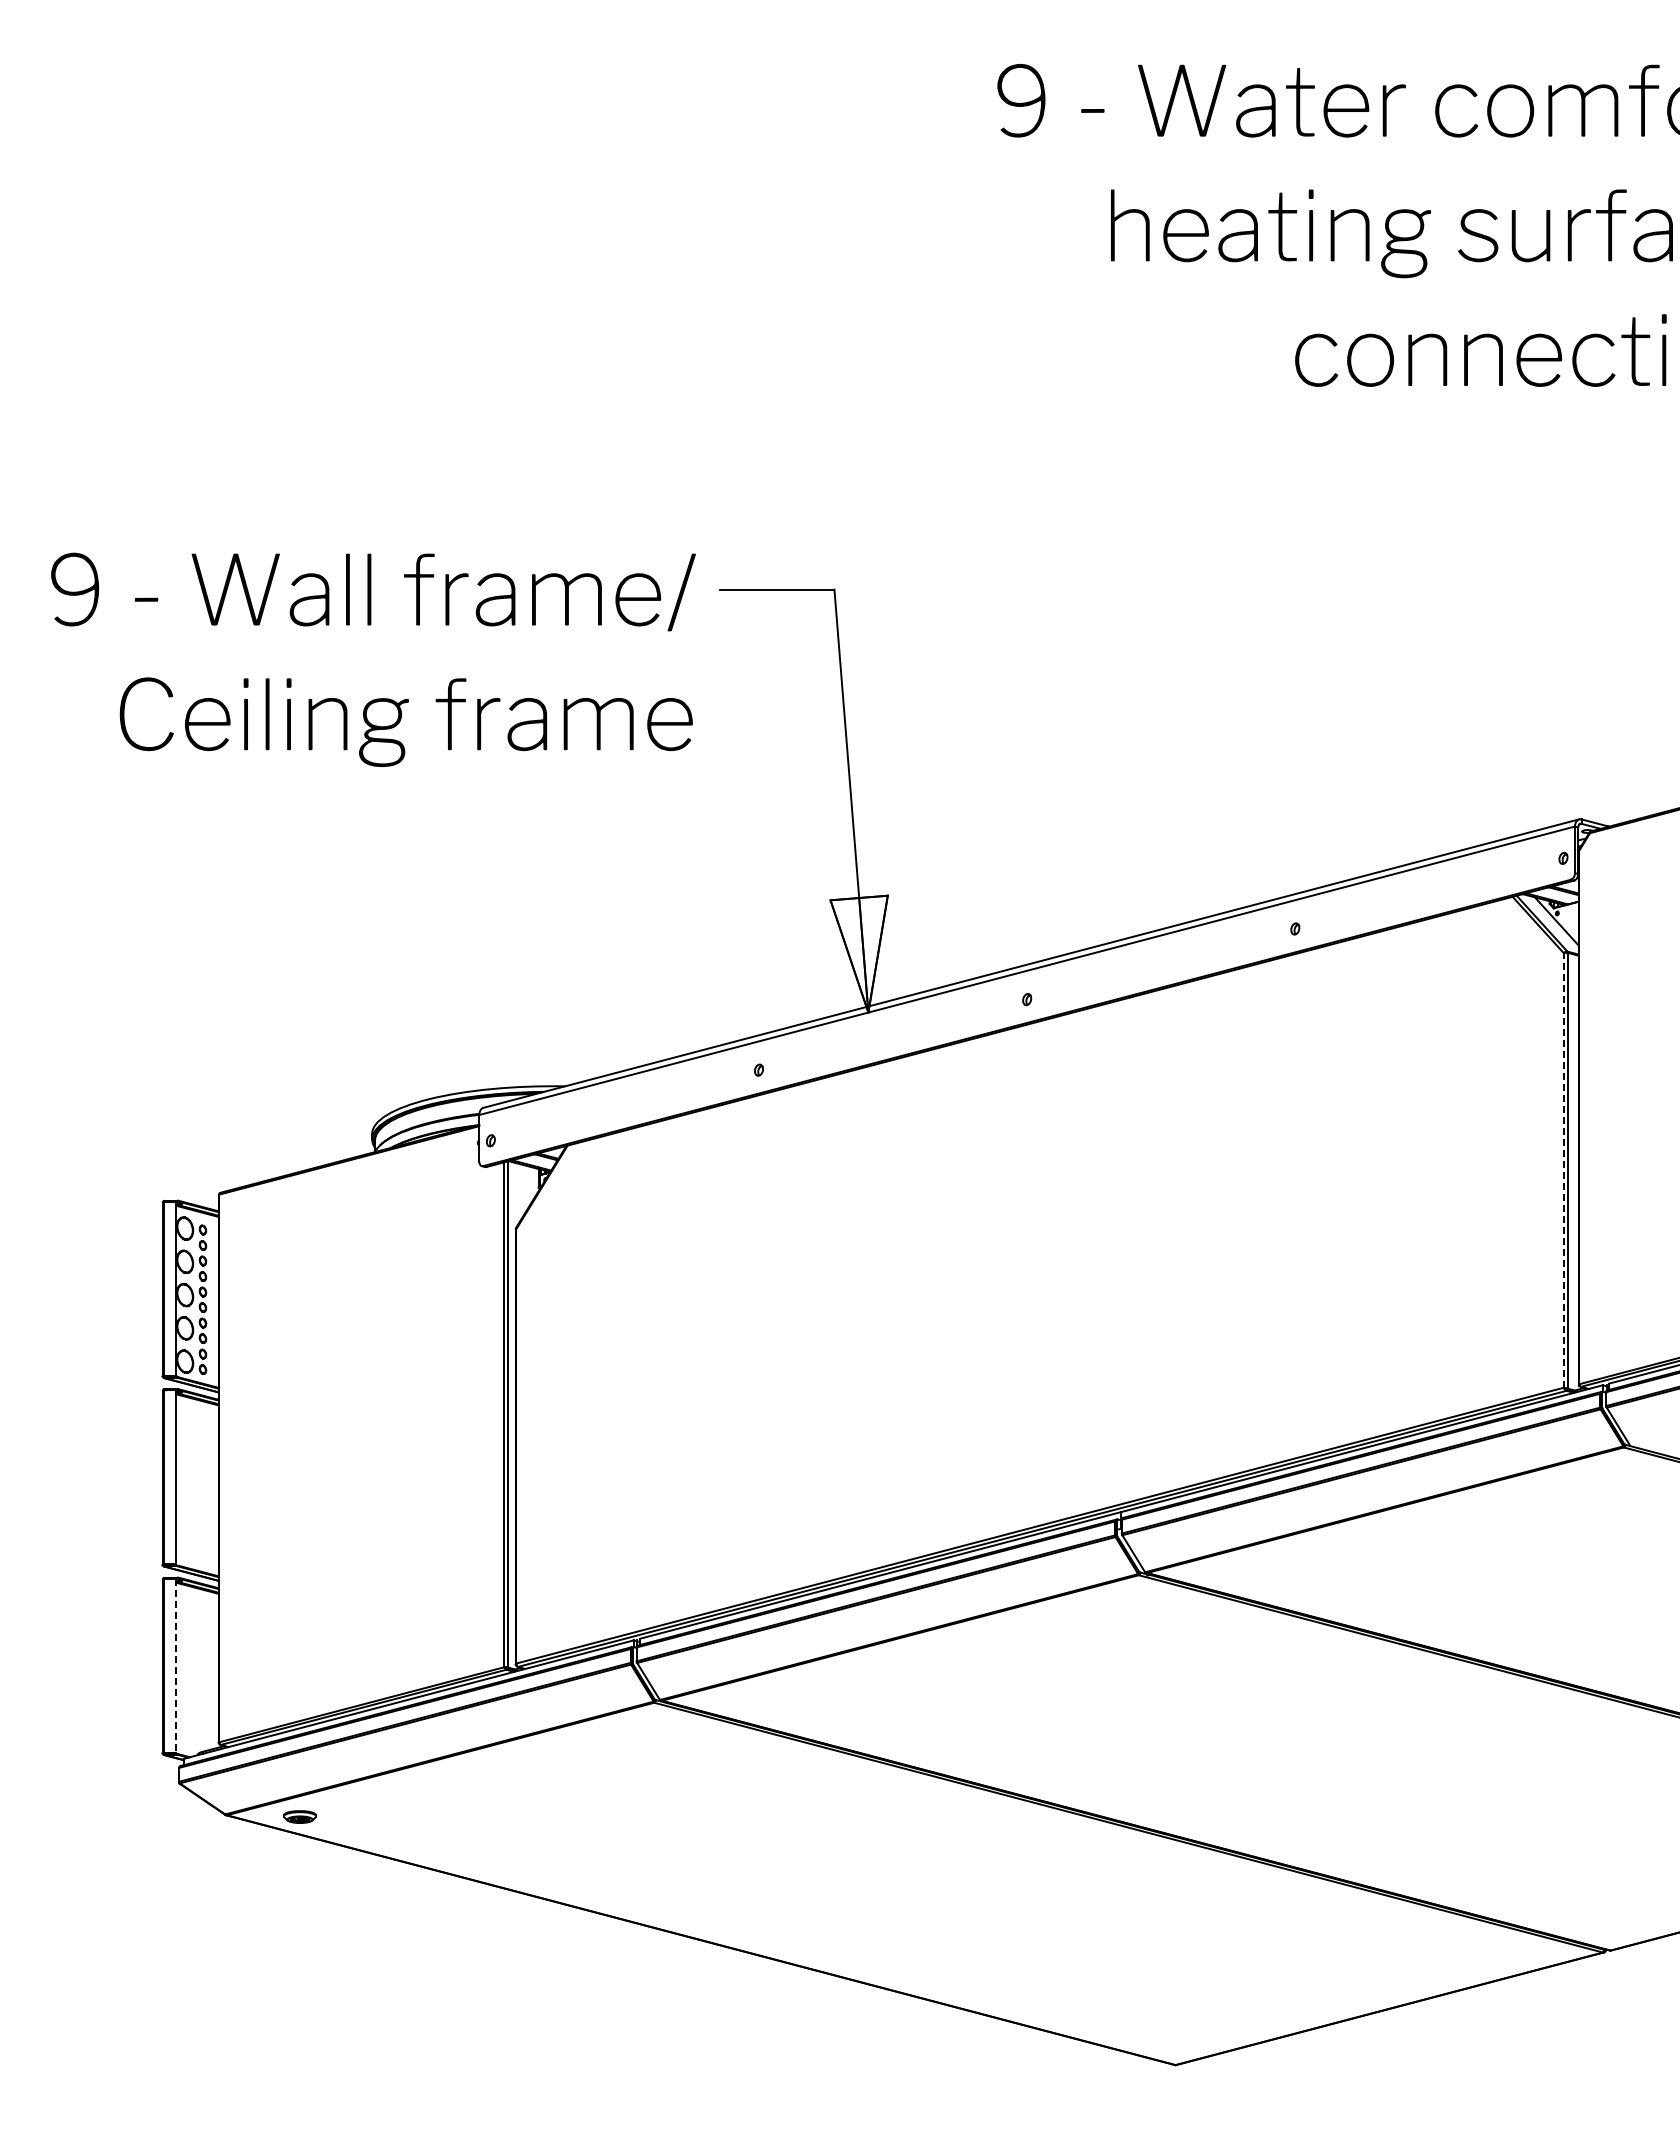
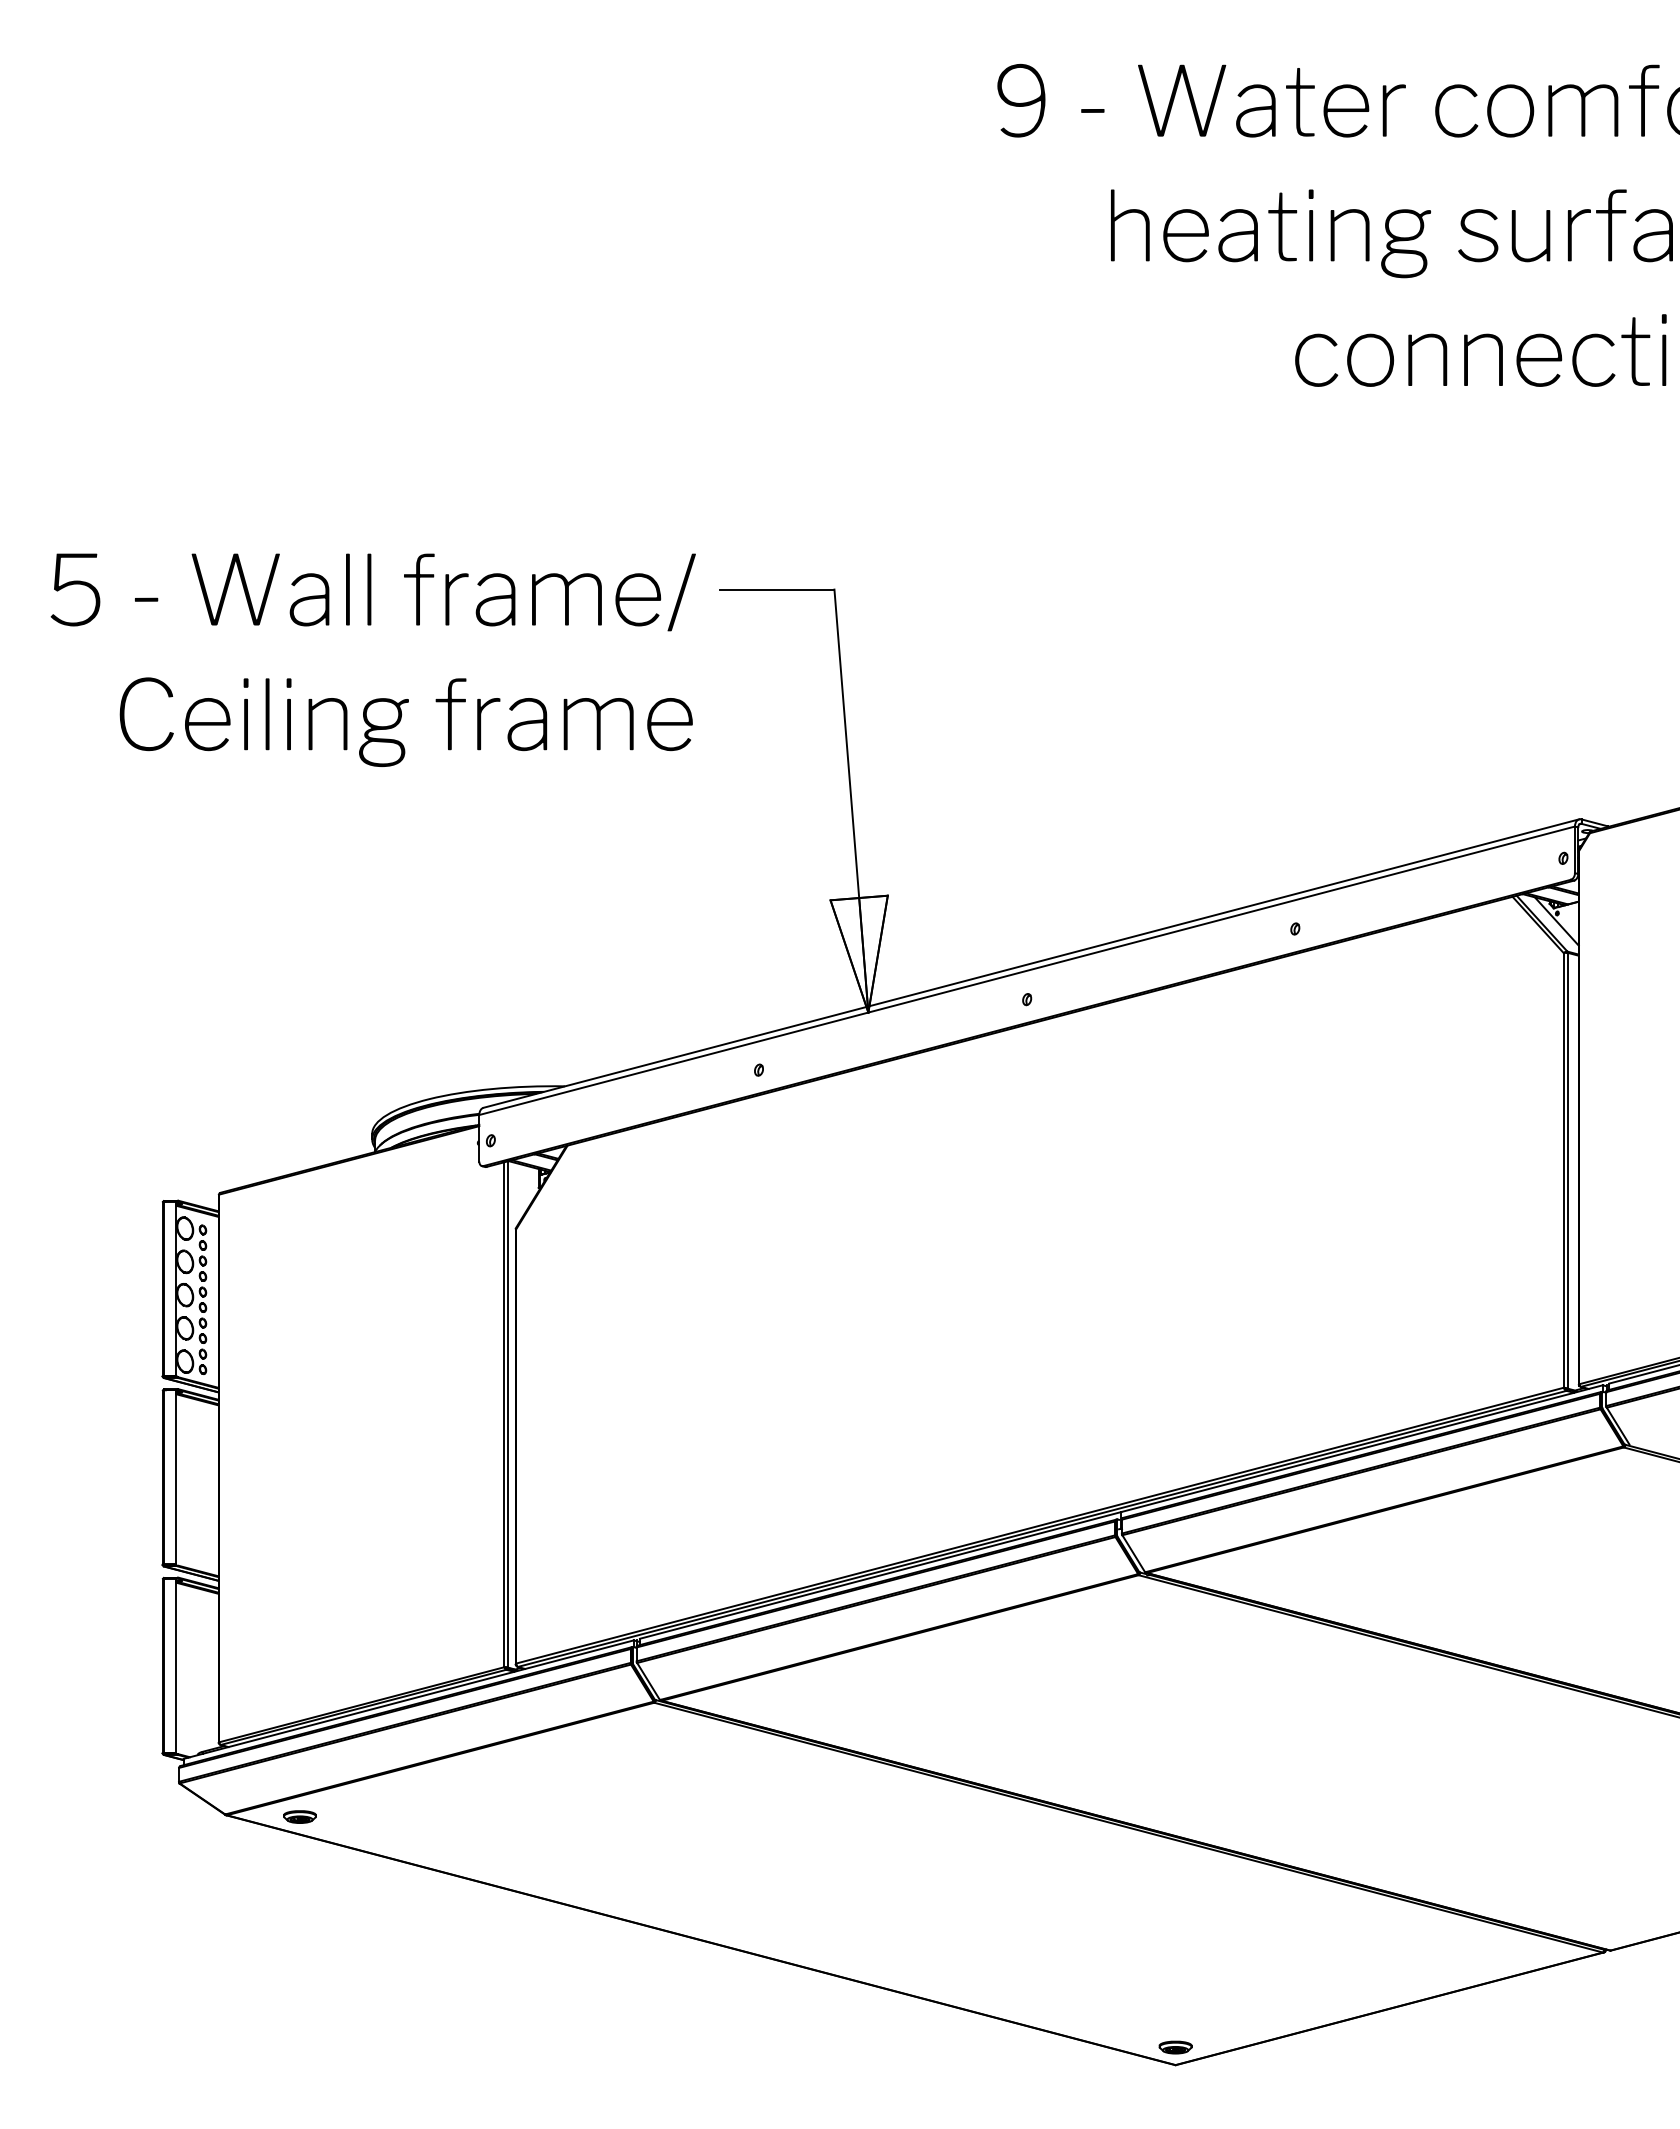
text at (75, 589): 9 -> 5
line at (1563, 1169): dashed -> solid
line at (176, 1666): dashed -> solid
part at (1175, 2047): none -> present
